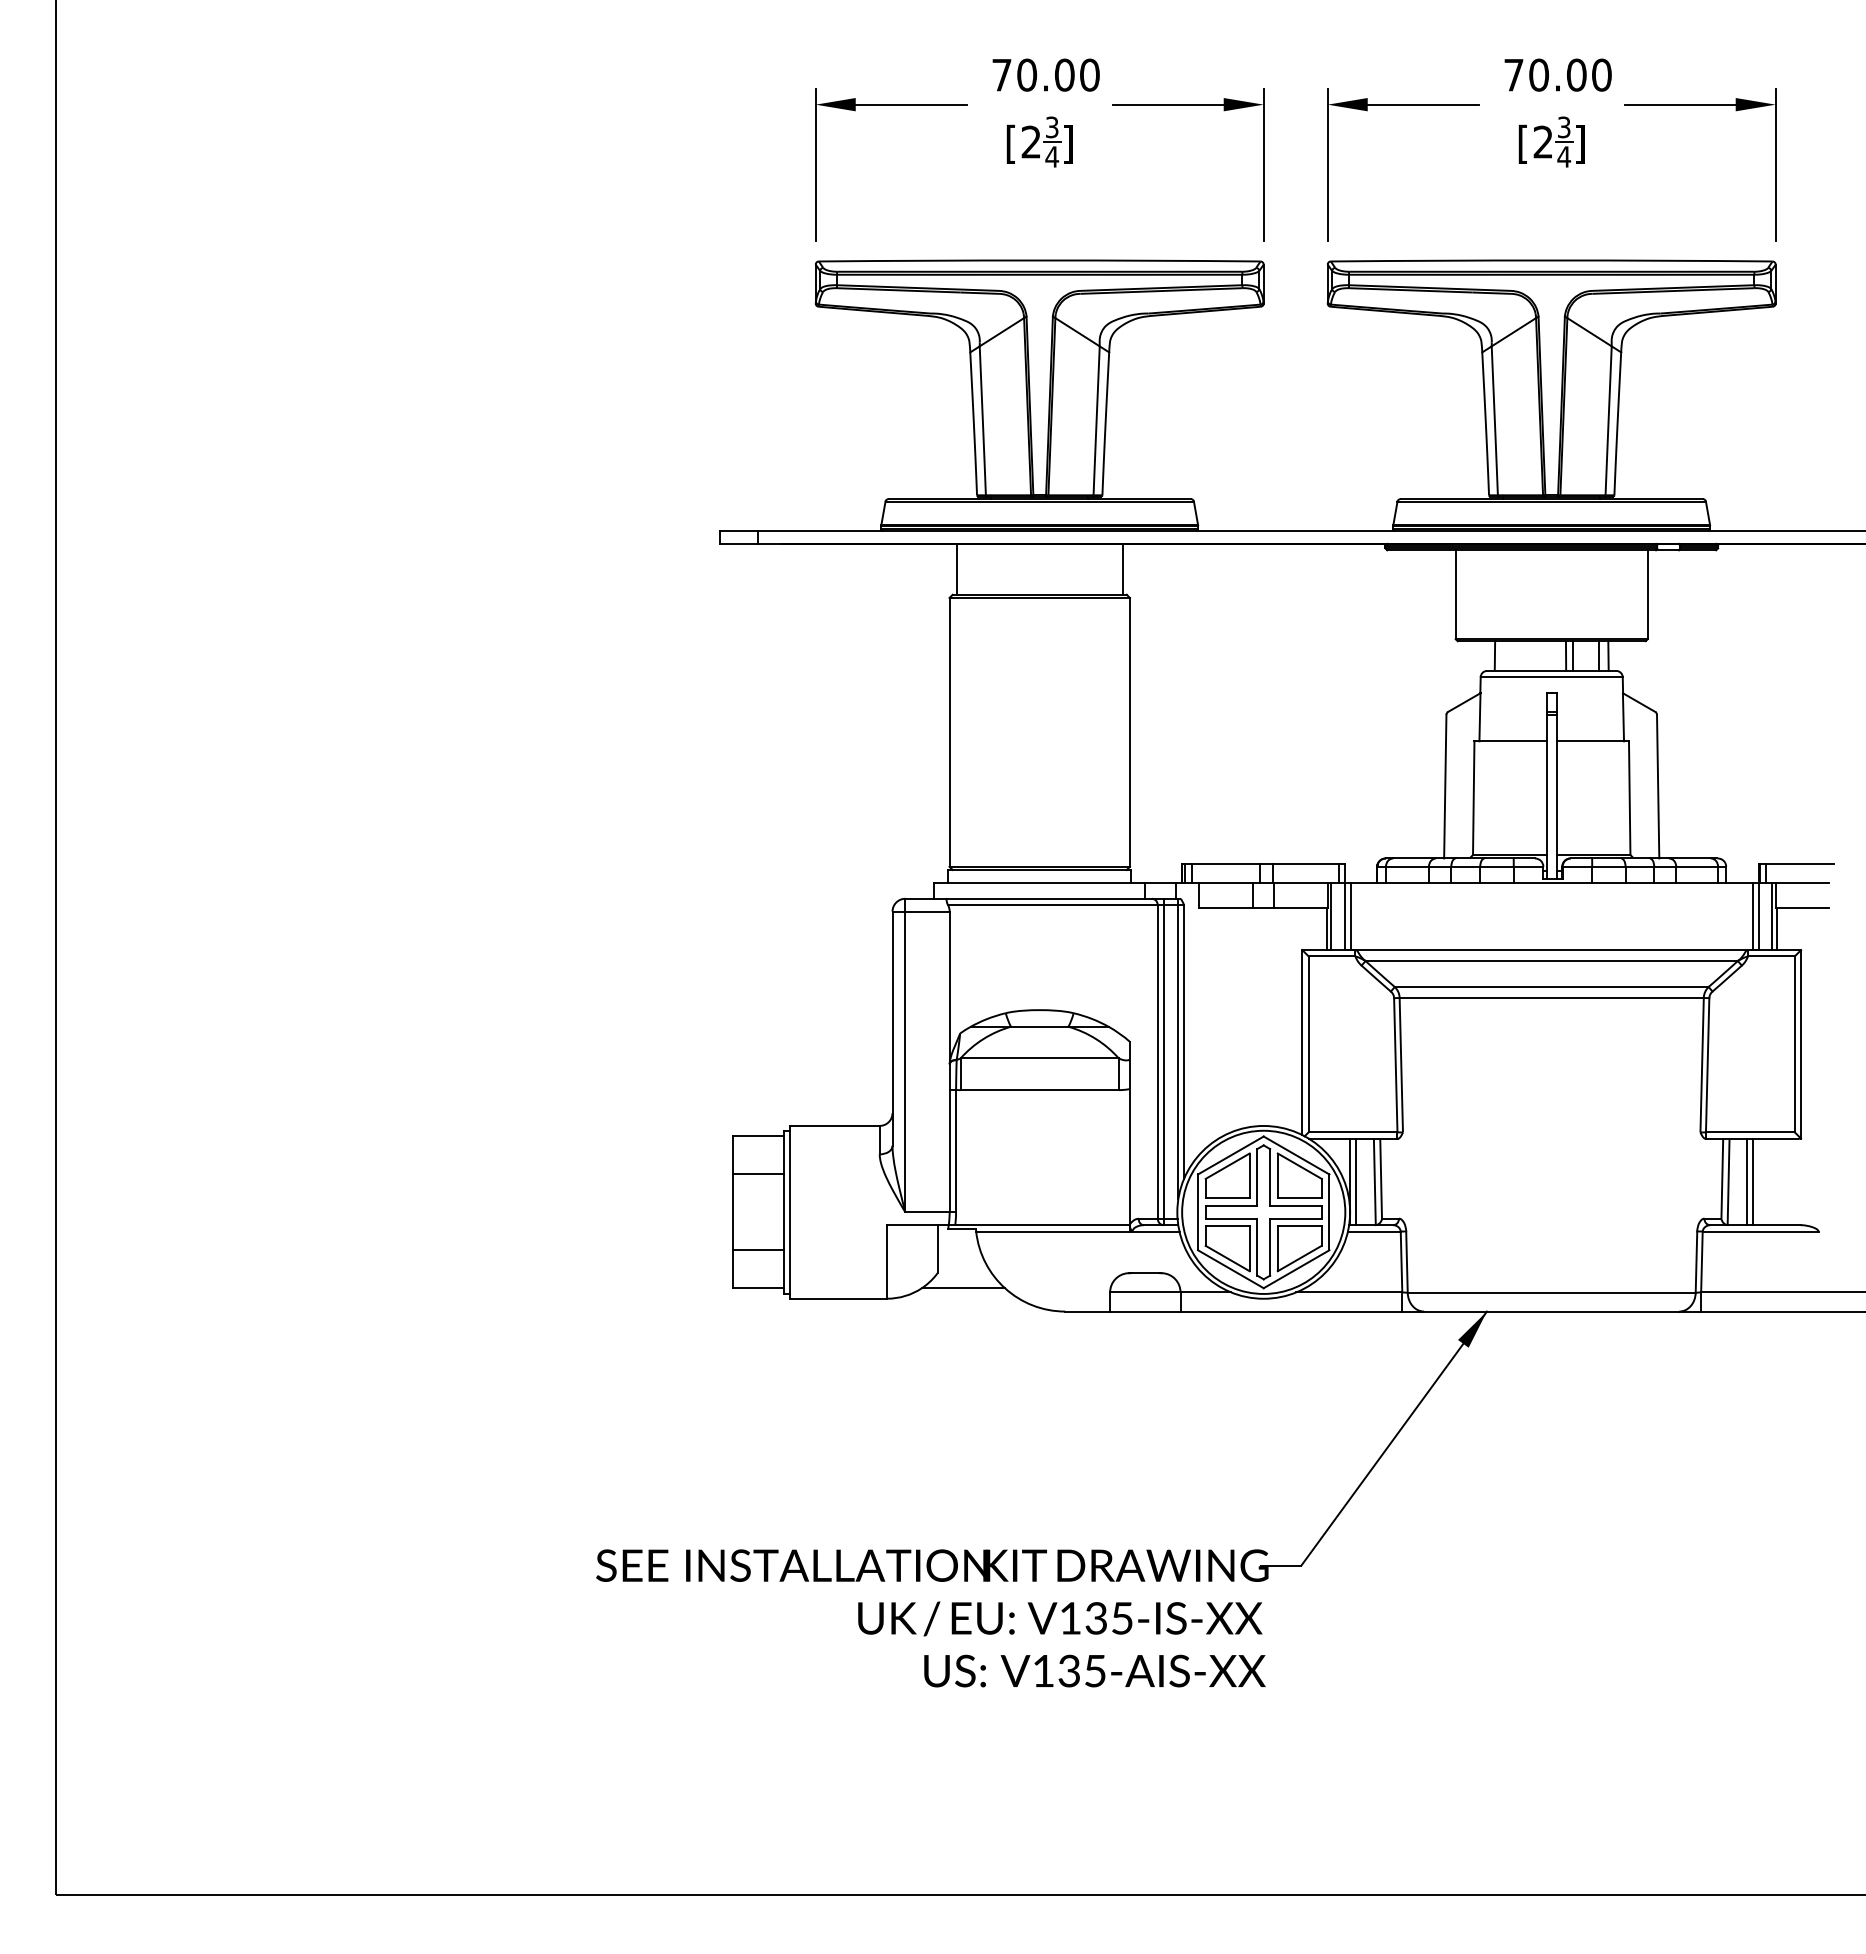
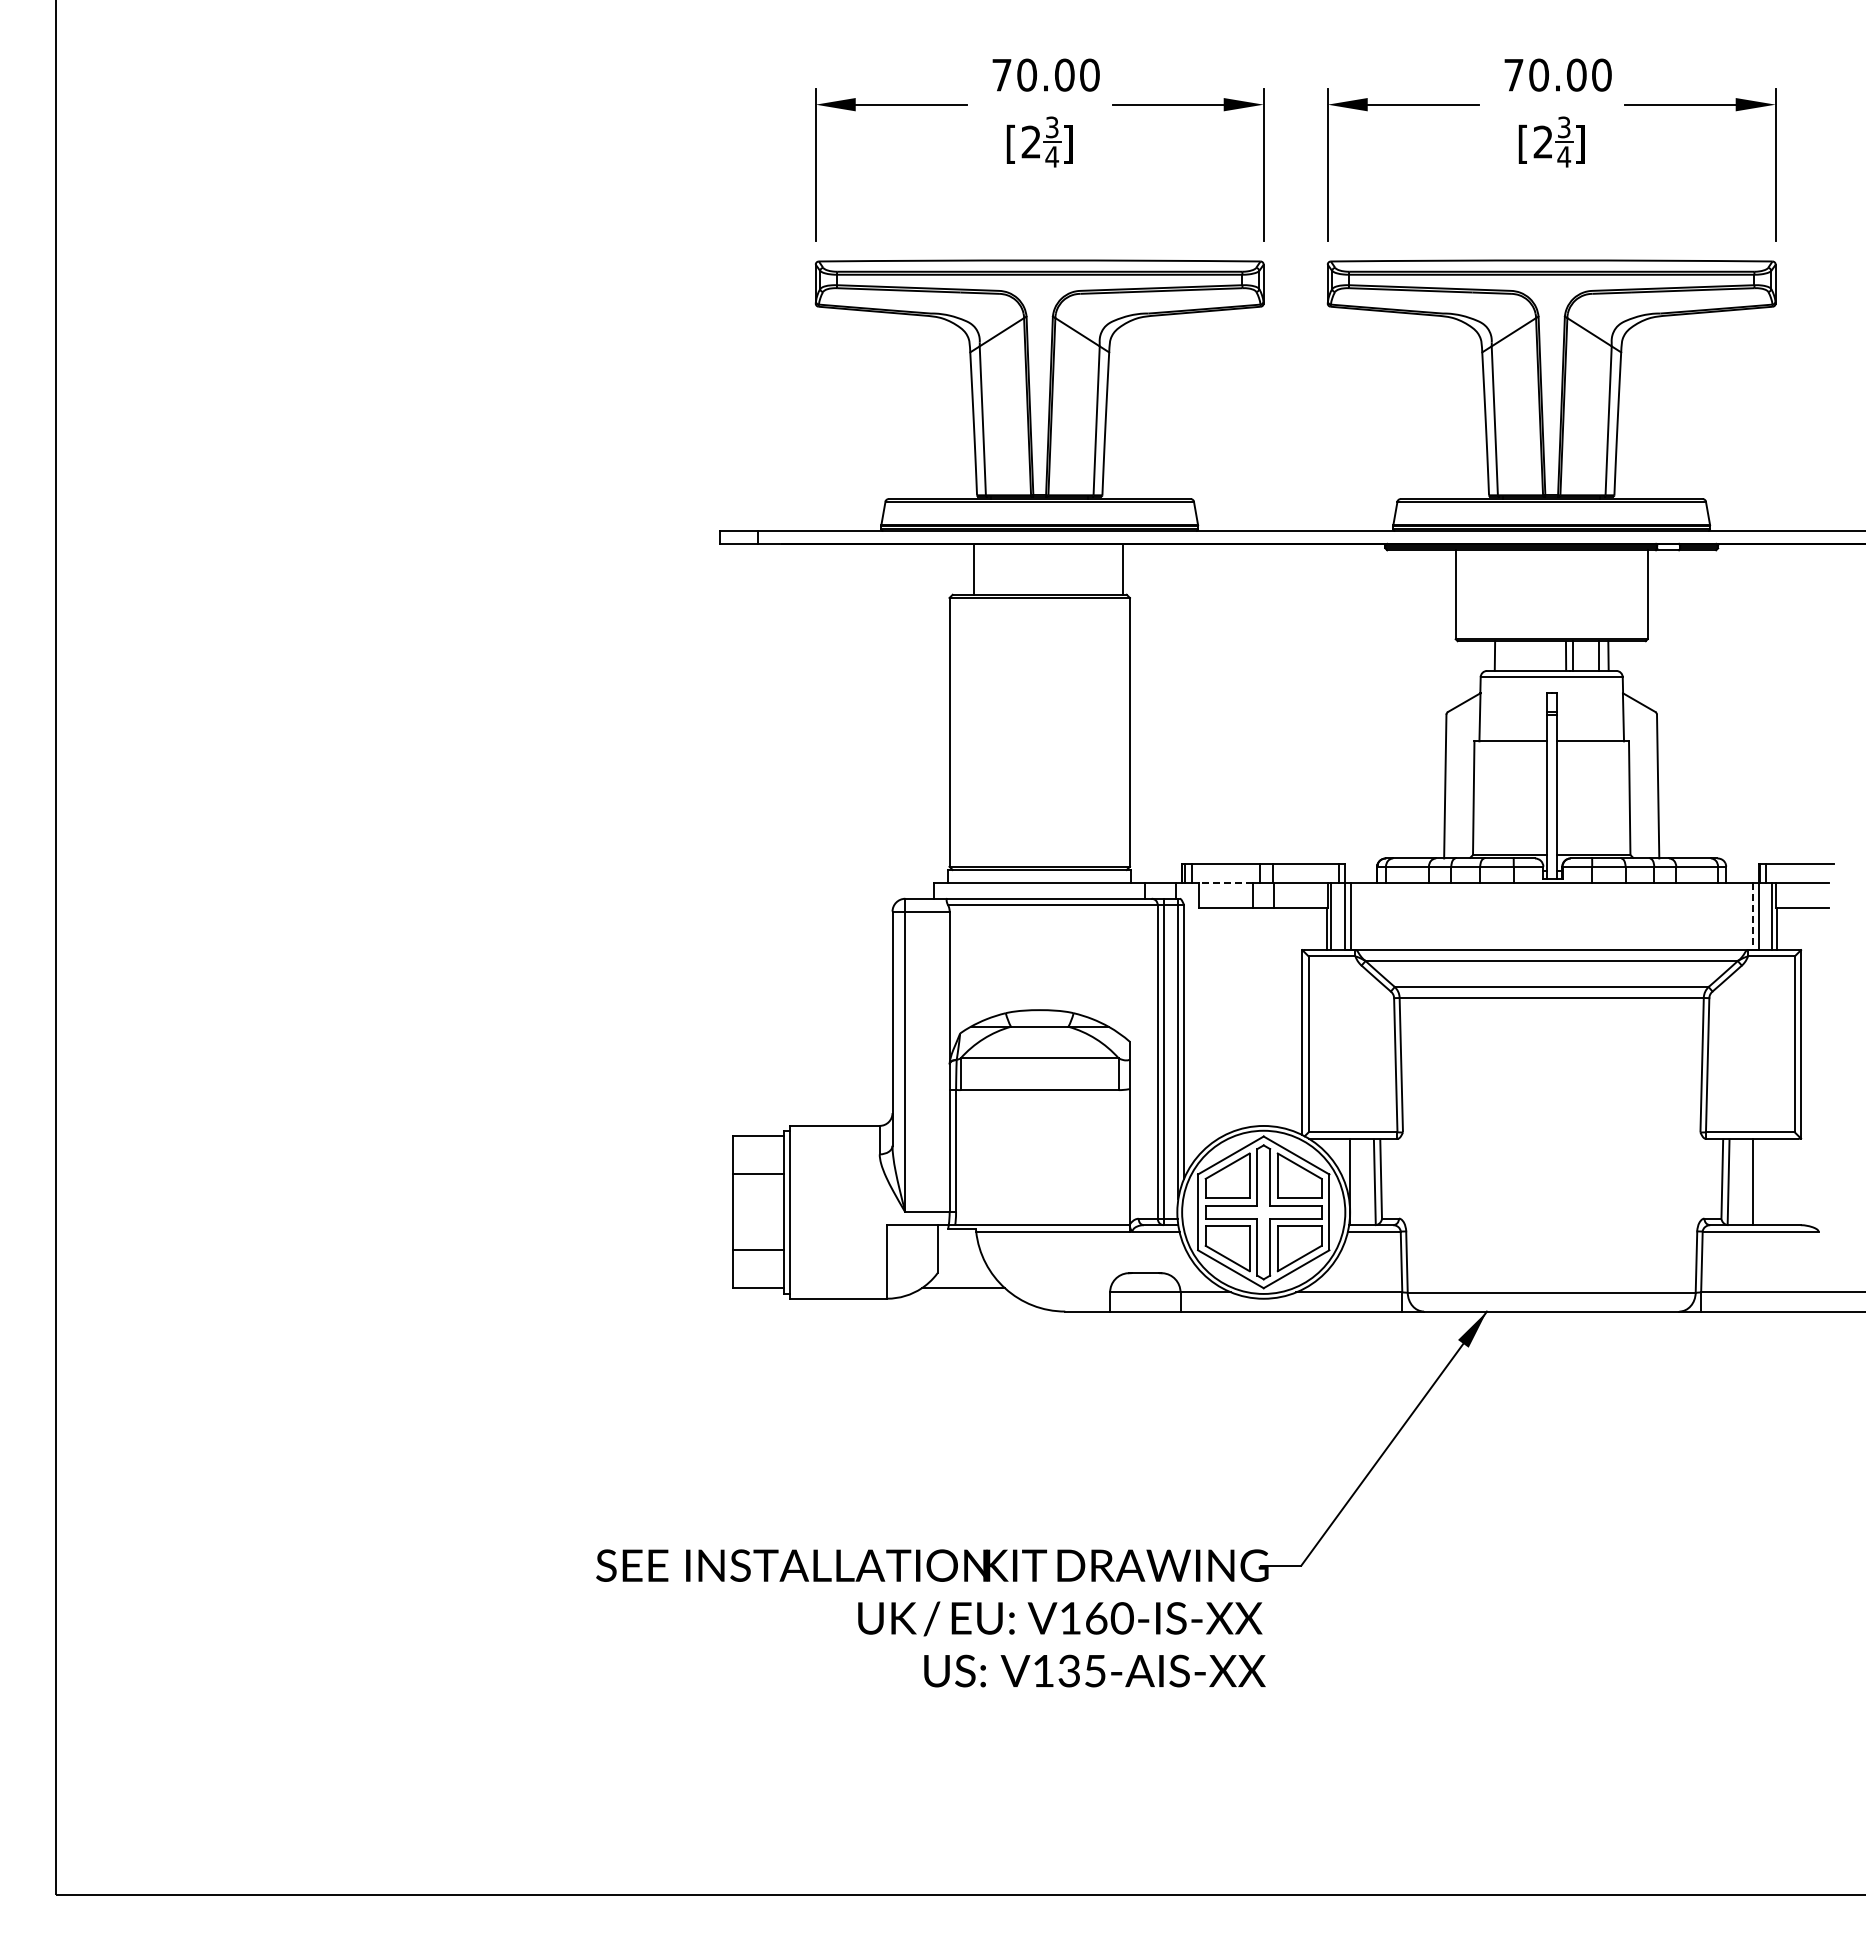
line at (956, 568) position: (956, 568) -> (973, 568)
line at (1225, 882): solid -> dashed
line at (1752, 916): solid -> dashed
line at (1356, 1181): present -> none
line at (1747, 1181): present -> none
text at (1109, 1618): V135-IS-XX -> V160-IS-XX
